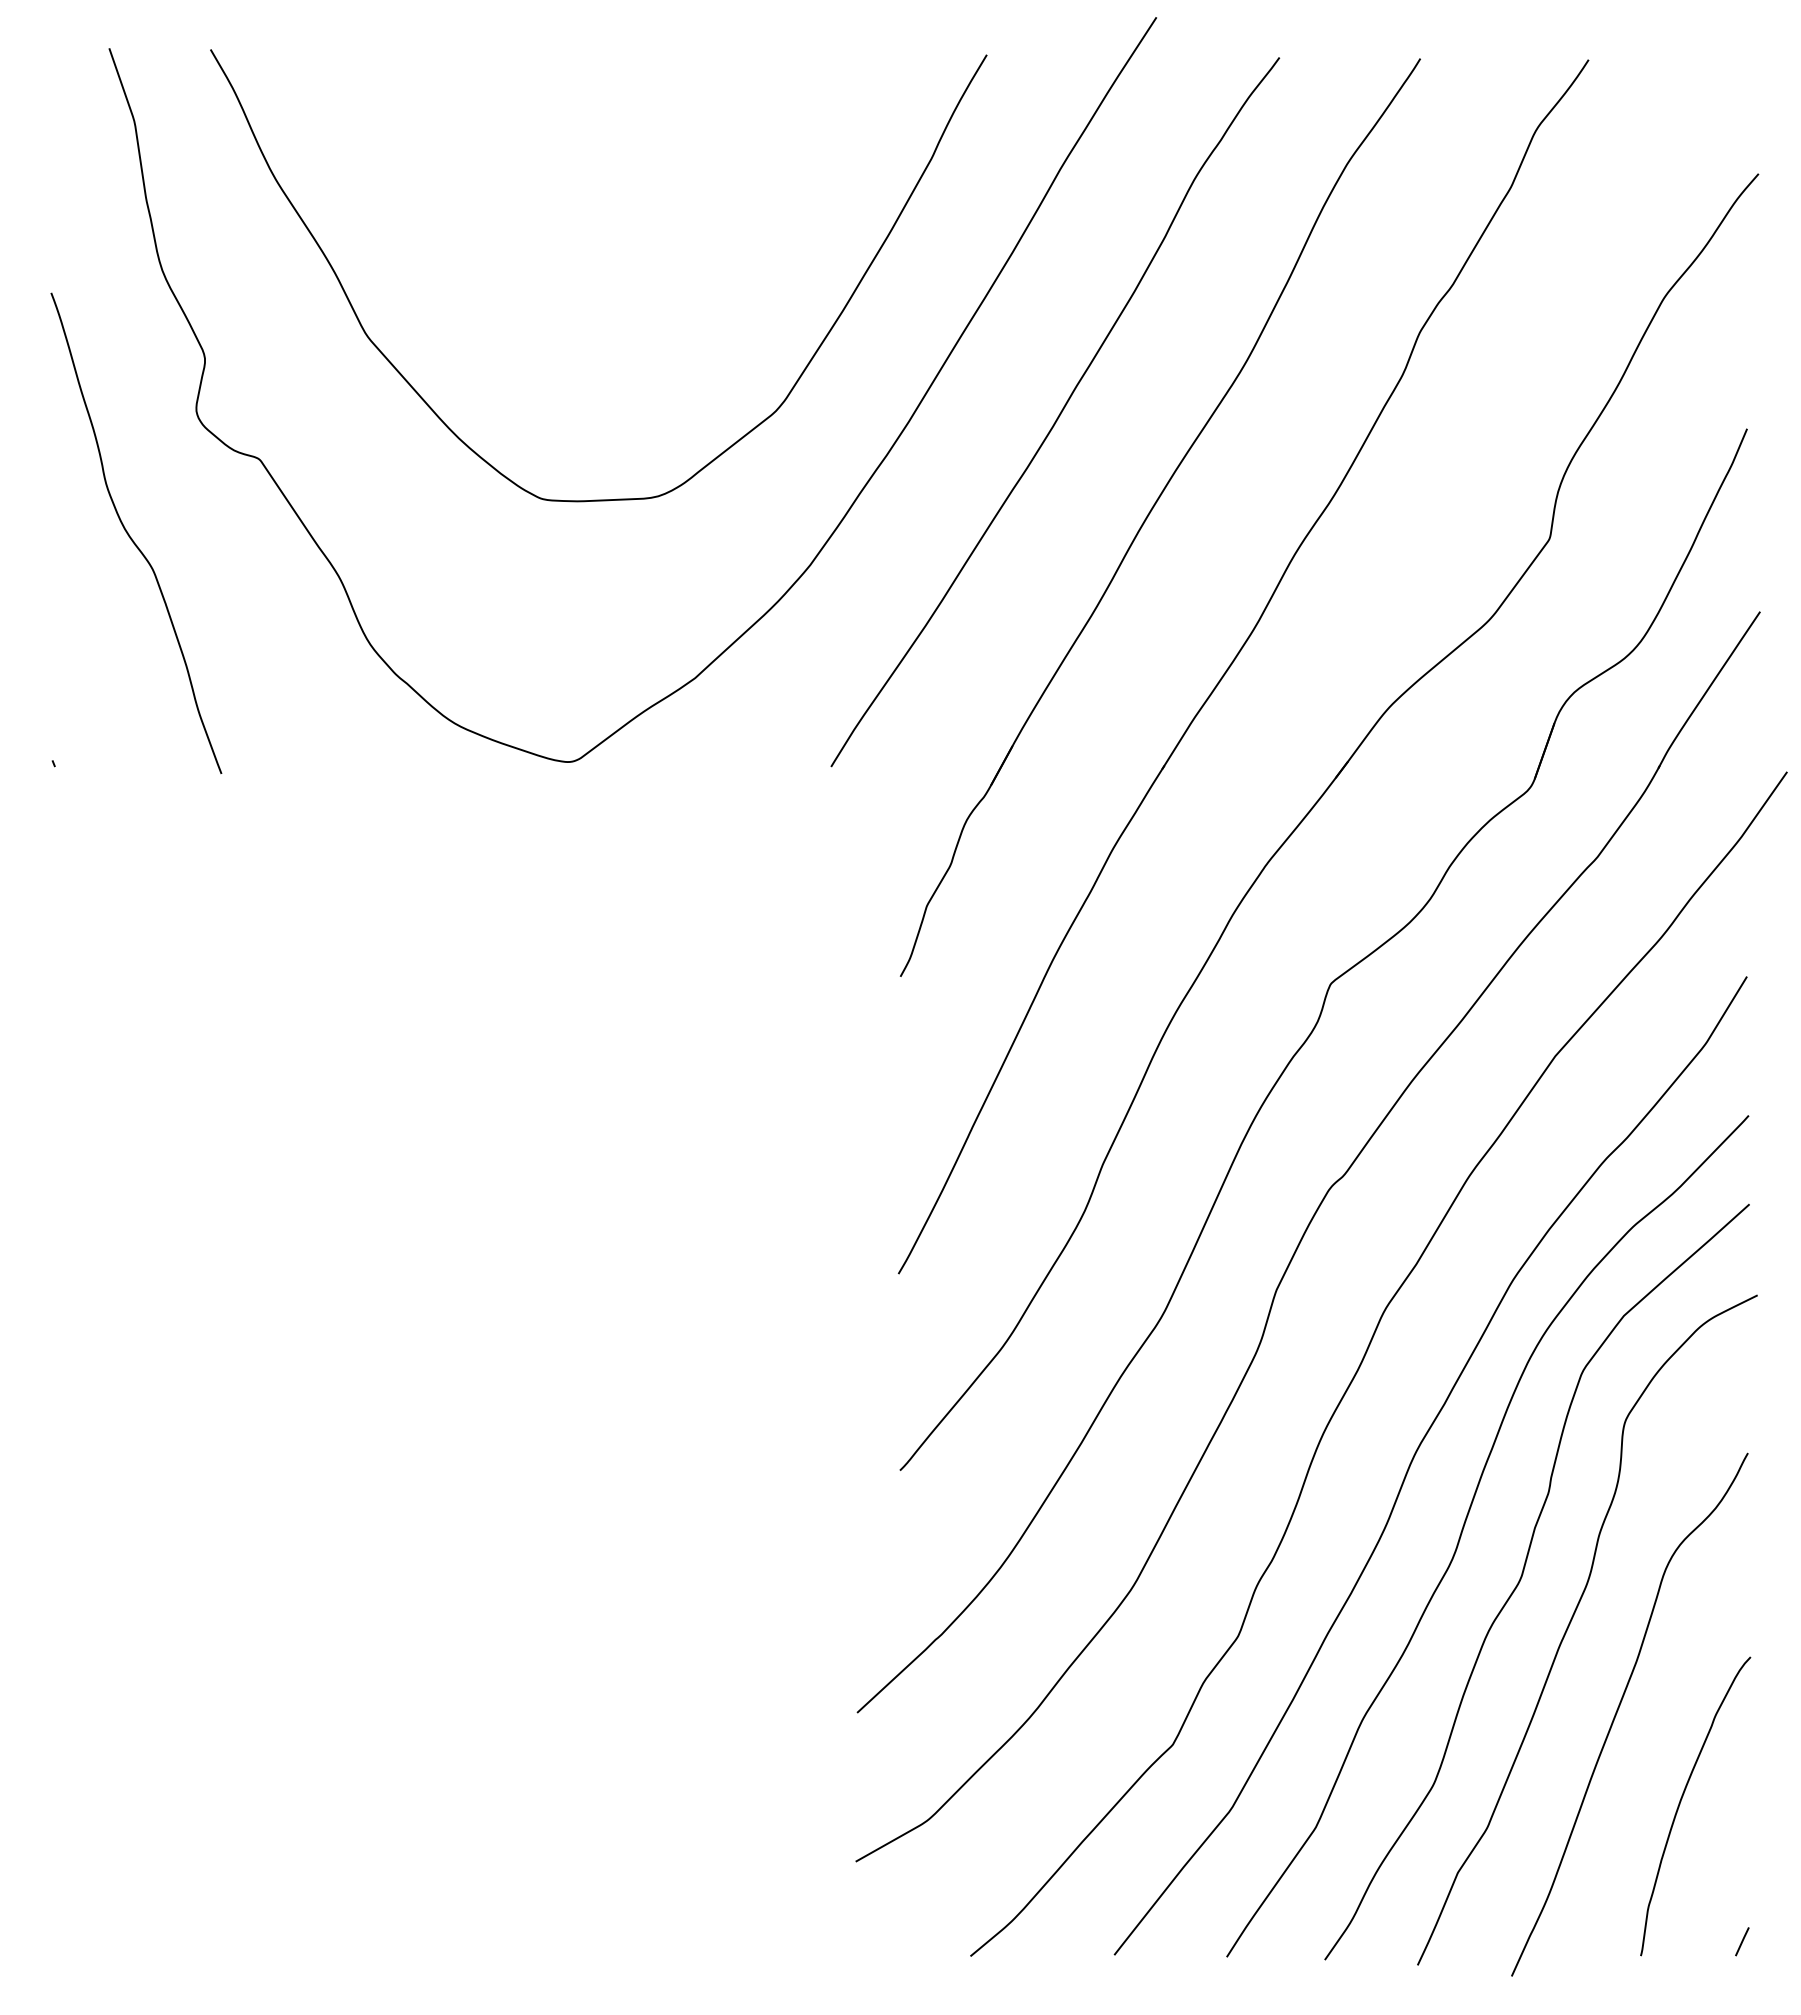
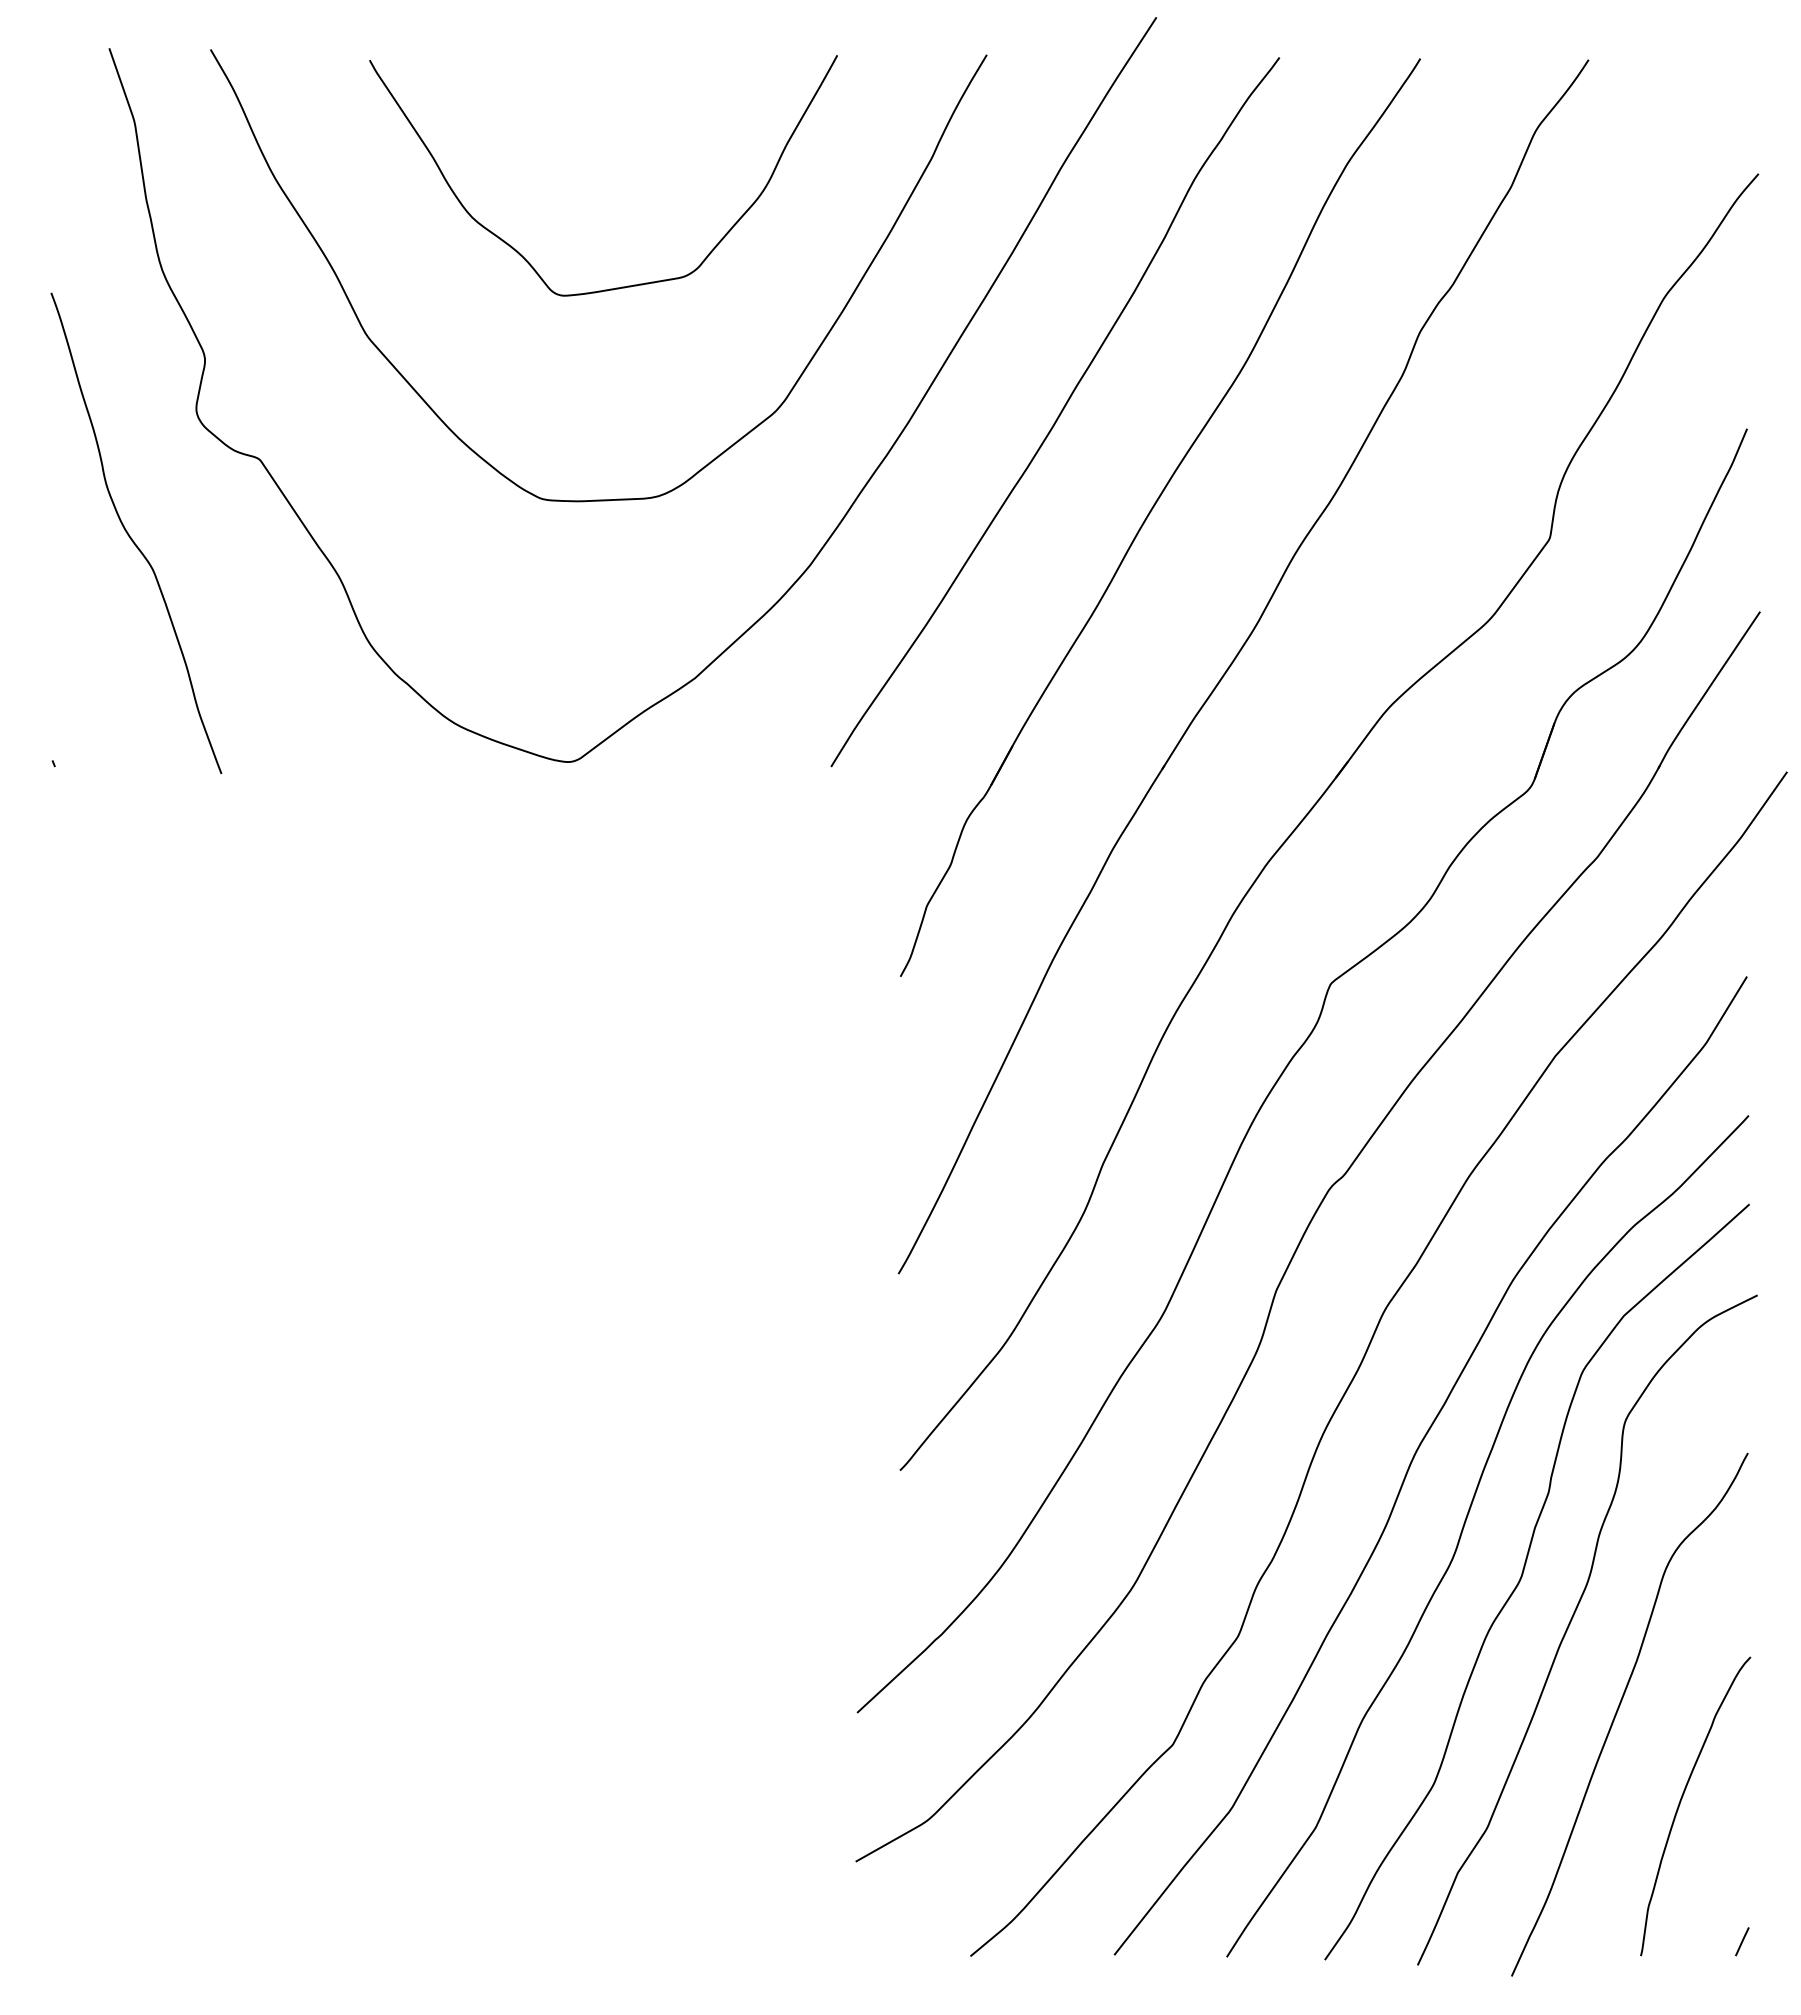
curve at (621, 286): none -> present
